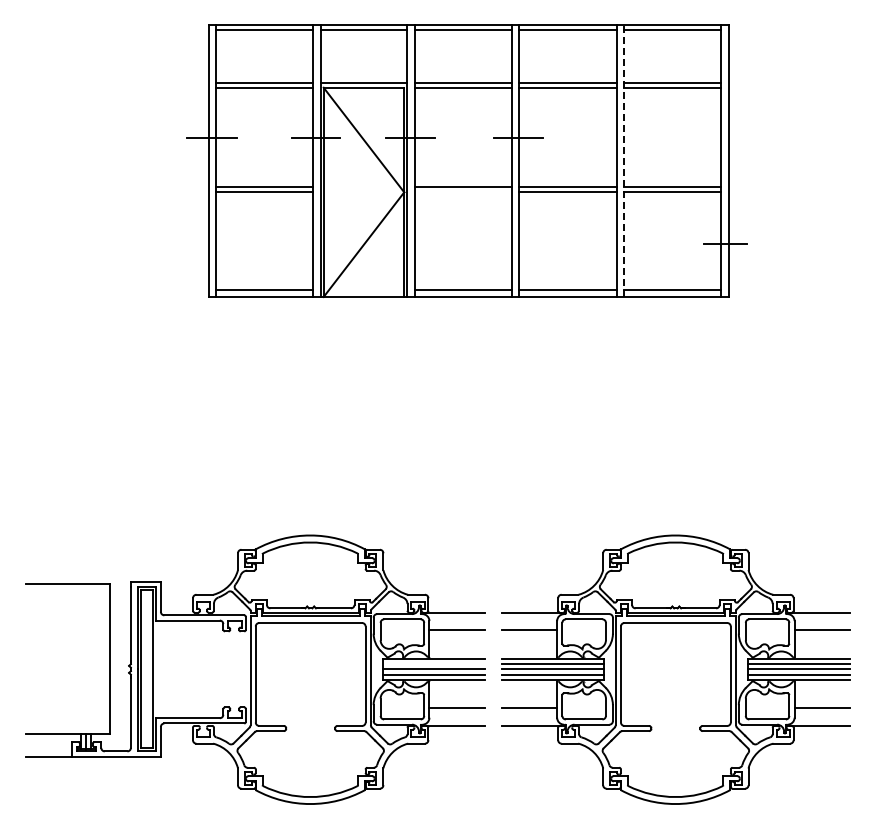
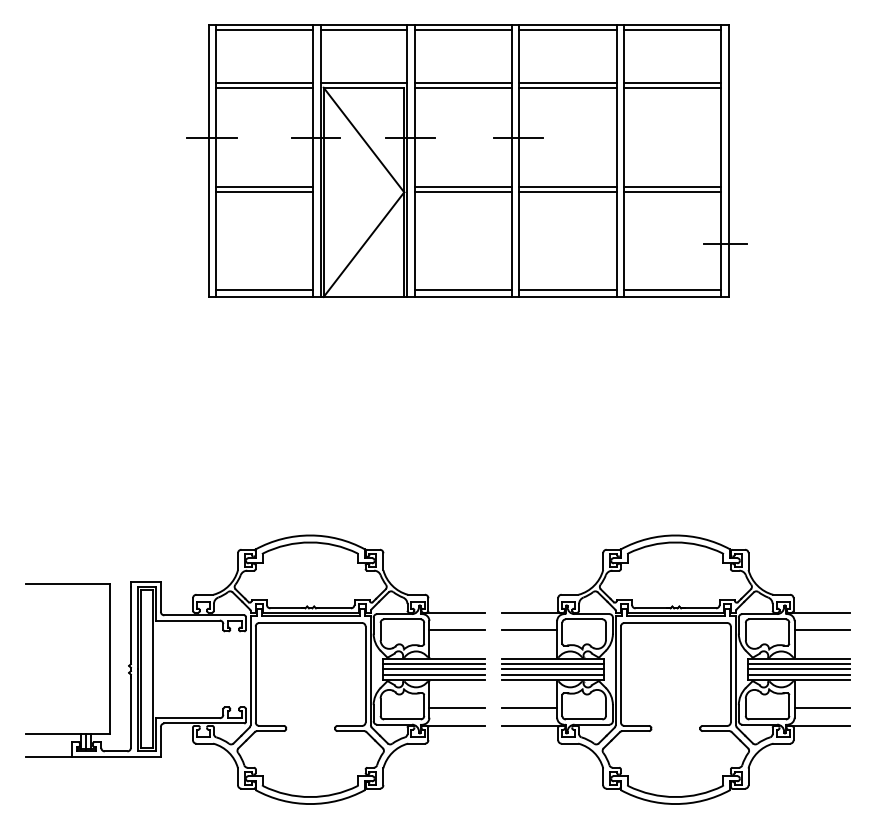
line at (623, 160): dashed -> solid
line at (463, 192): none -> present
line at (433, 664): none -> present
